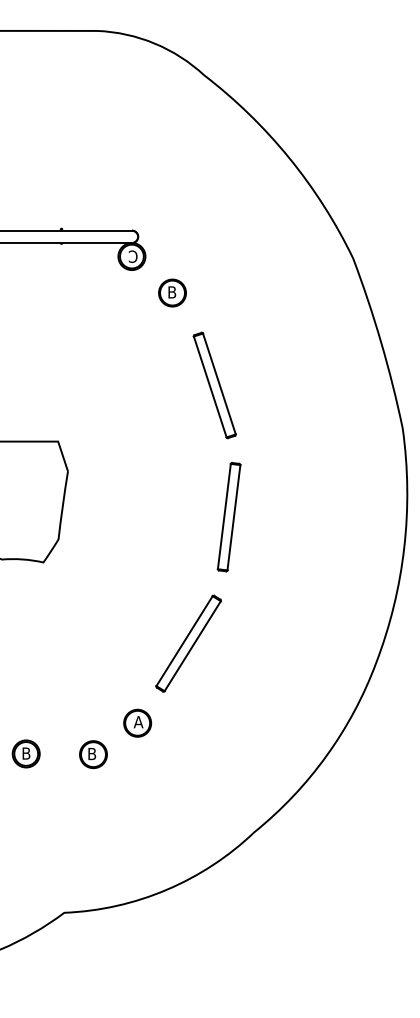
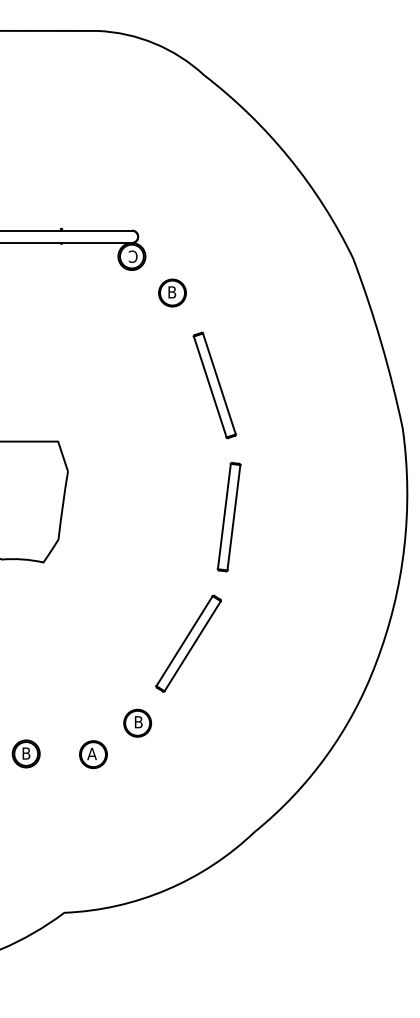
text at (138, 722): A -> B
text at (91, 754): B -> A
